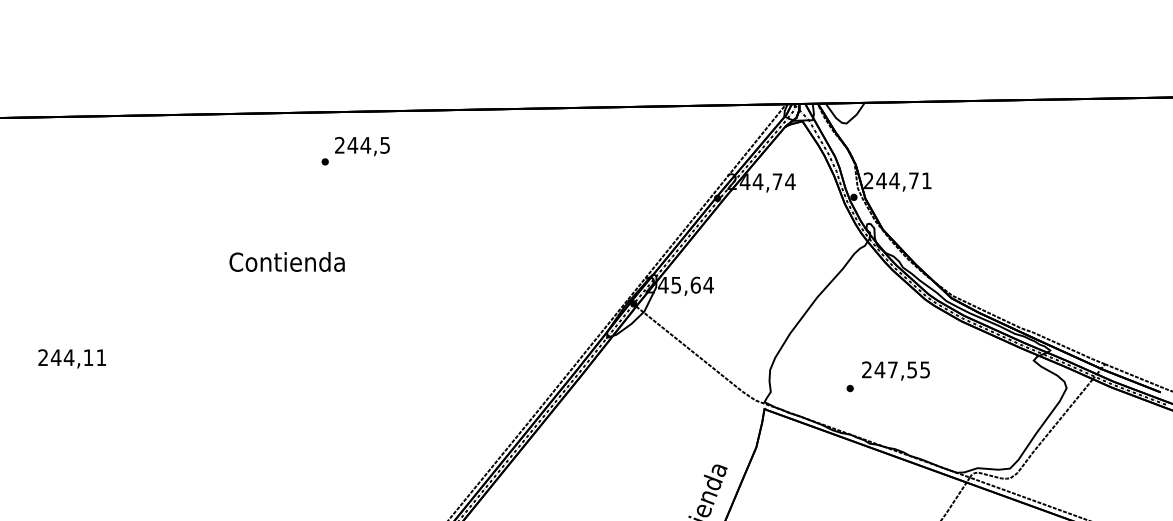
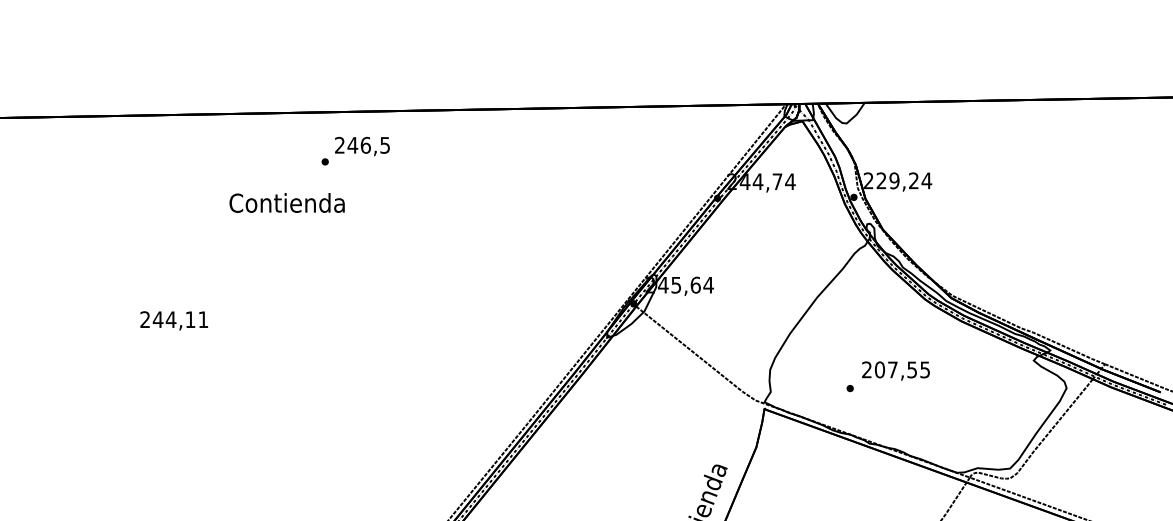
text at (365, 144): 244,5 -> 246,5
text at (904, 180): 244,71 -> 229,24
text at (286, 261) position: (286, 261) -> (286, 202)
text at (71, 358) position: (71, 358) -> (173, 320)
text at (879, 369): 247,55 -> 207,55
